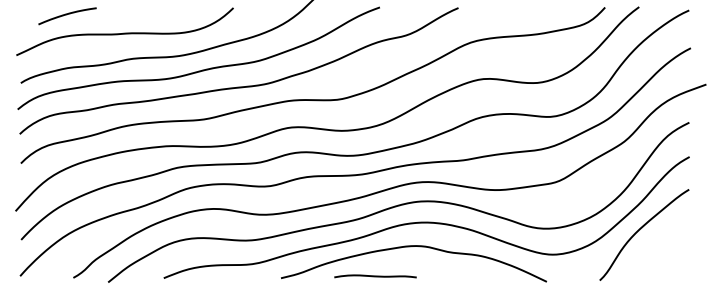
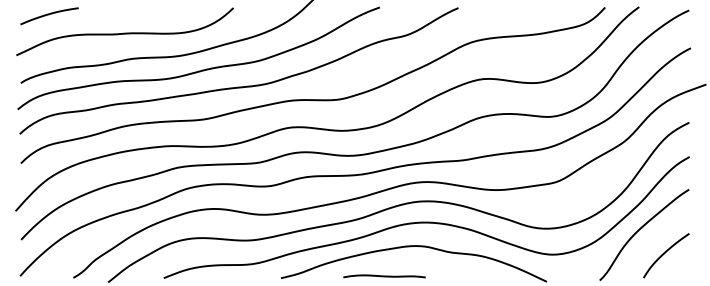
curve at (66, 15) position: (66, 15) -> (48, 15)
curve at (665, 253): none -> present
curve at (375, 276) position: (375, 276) -> (384, 276)
